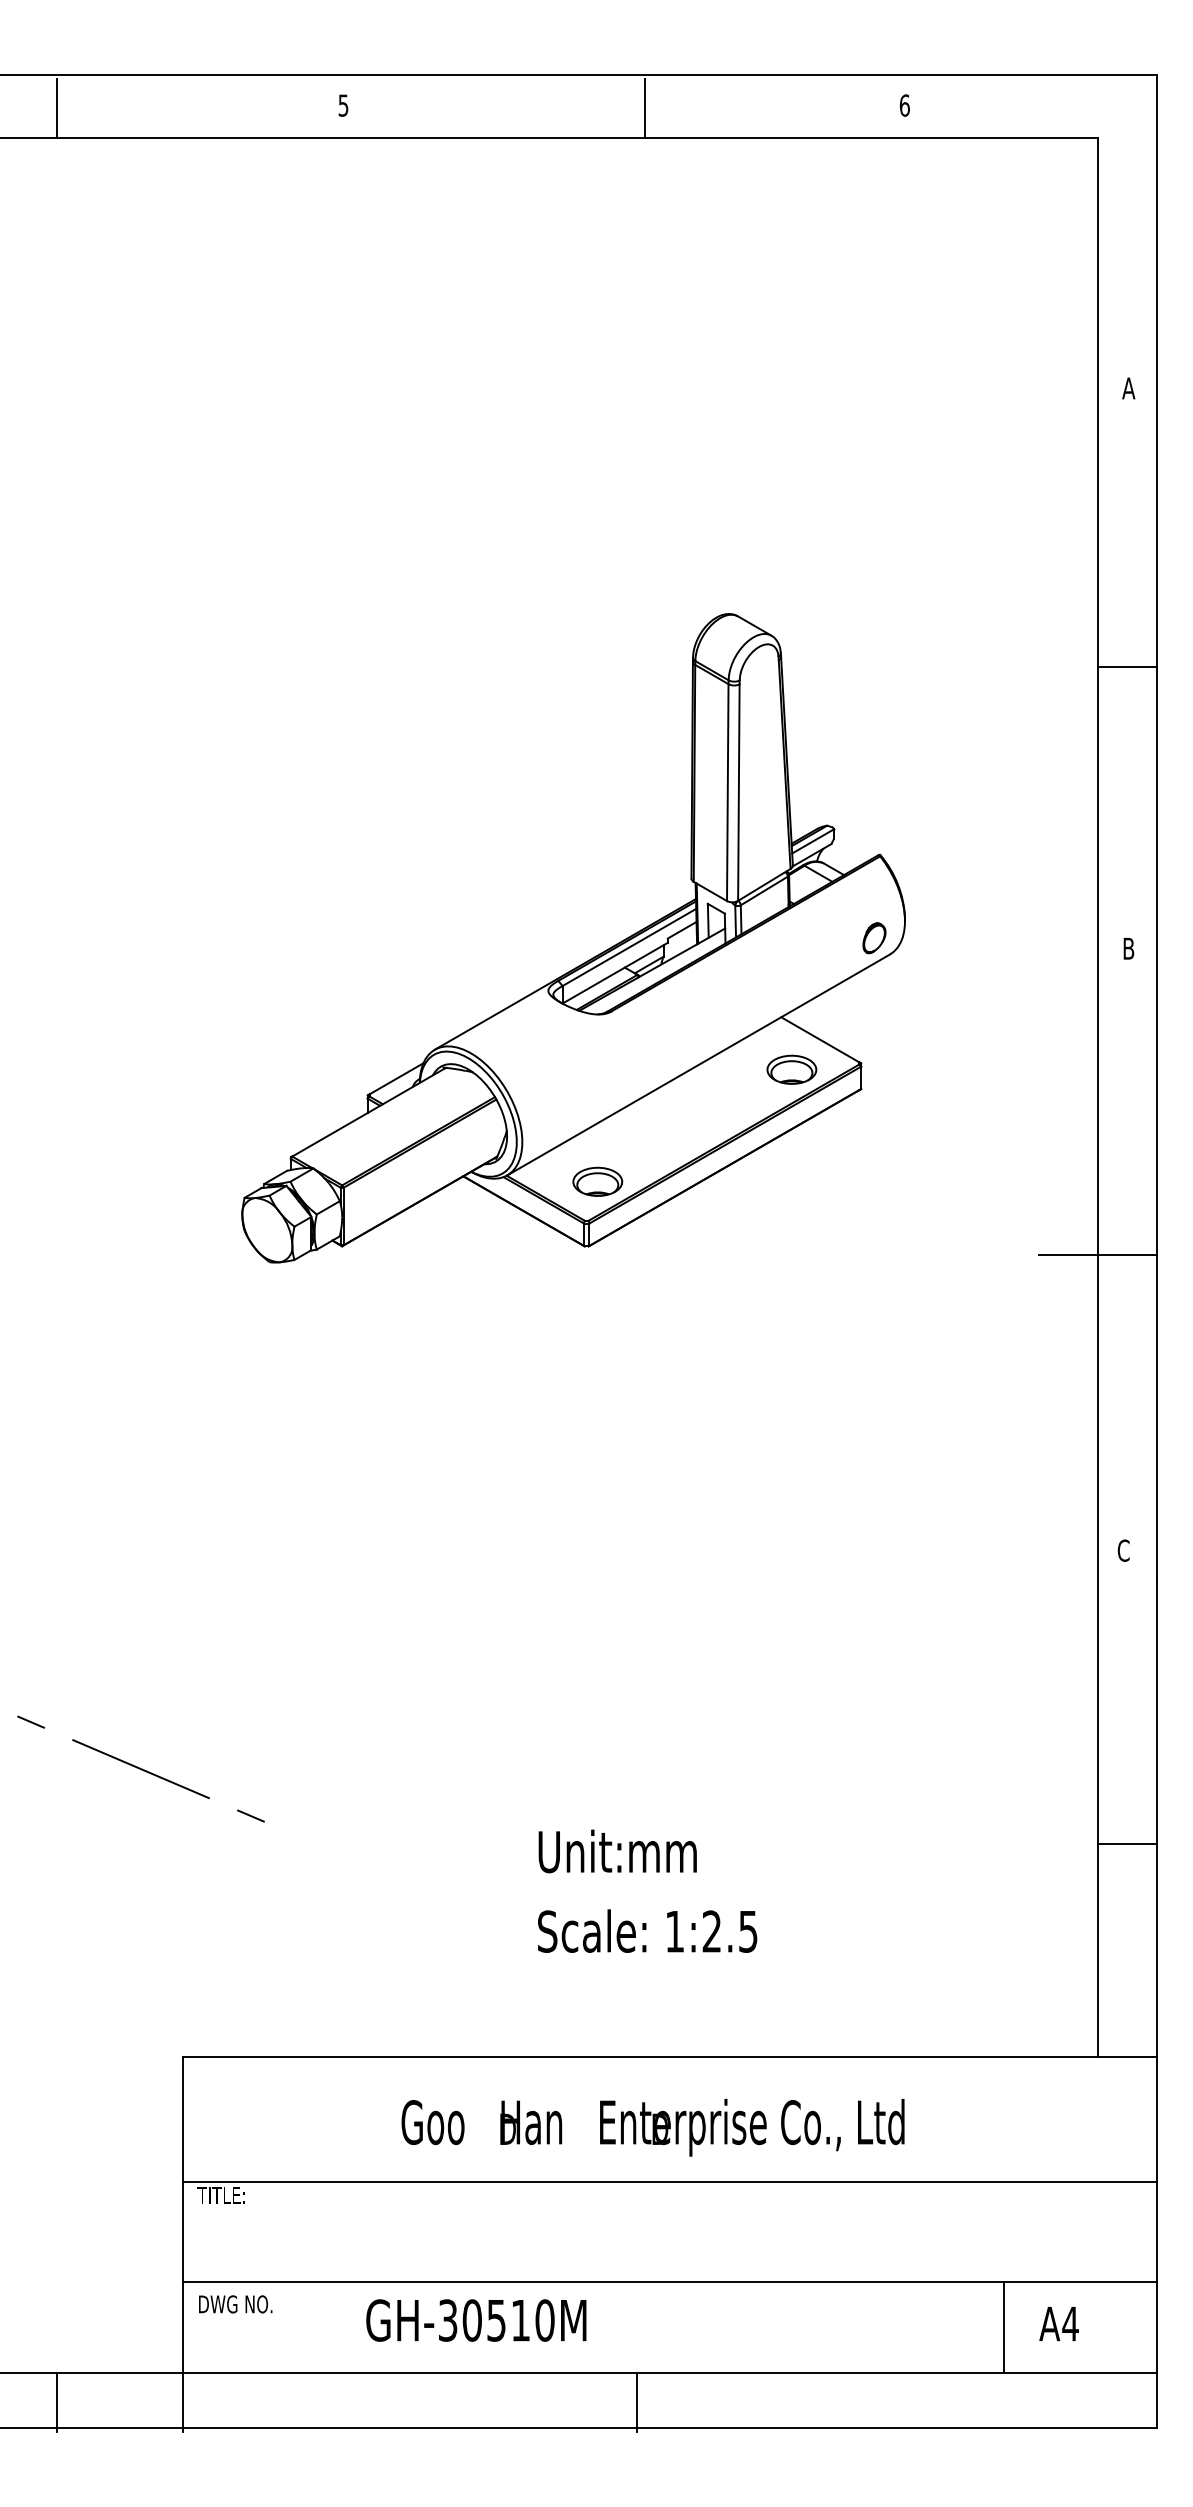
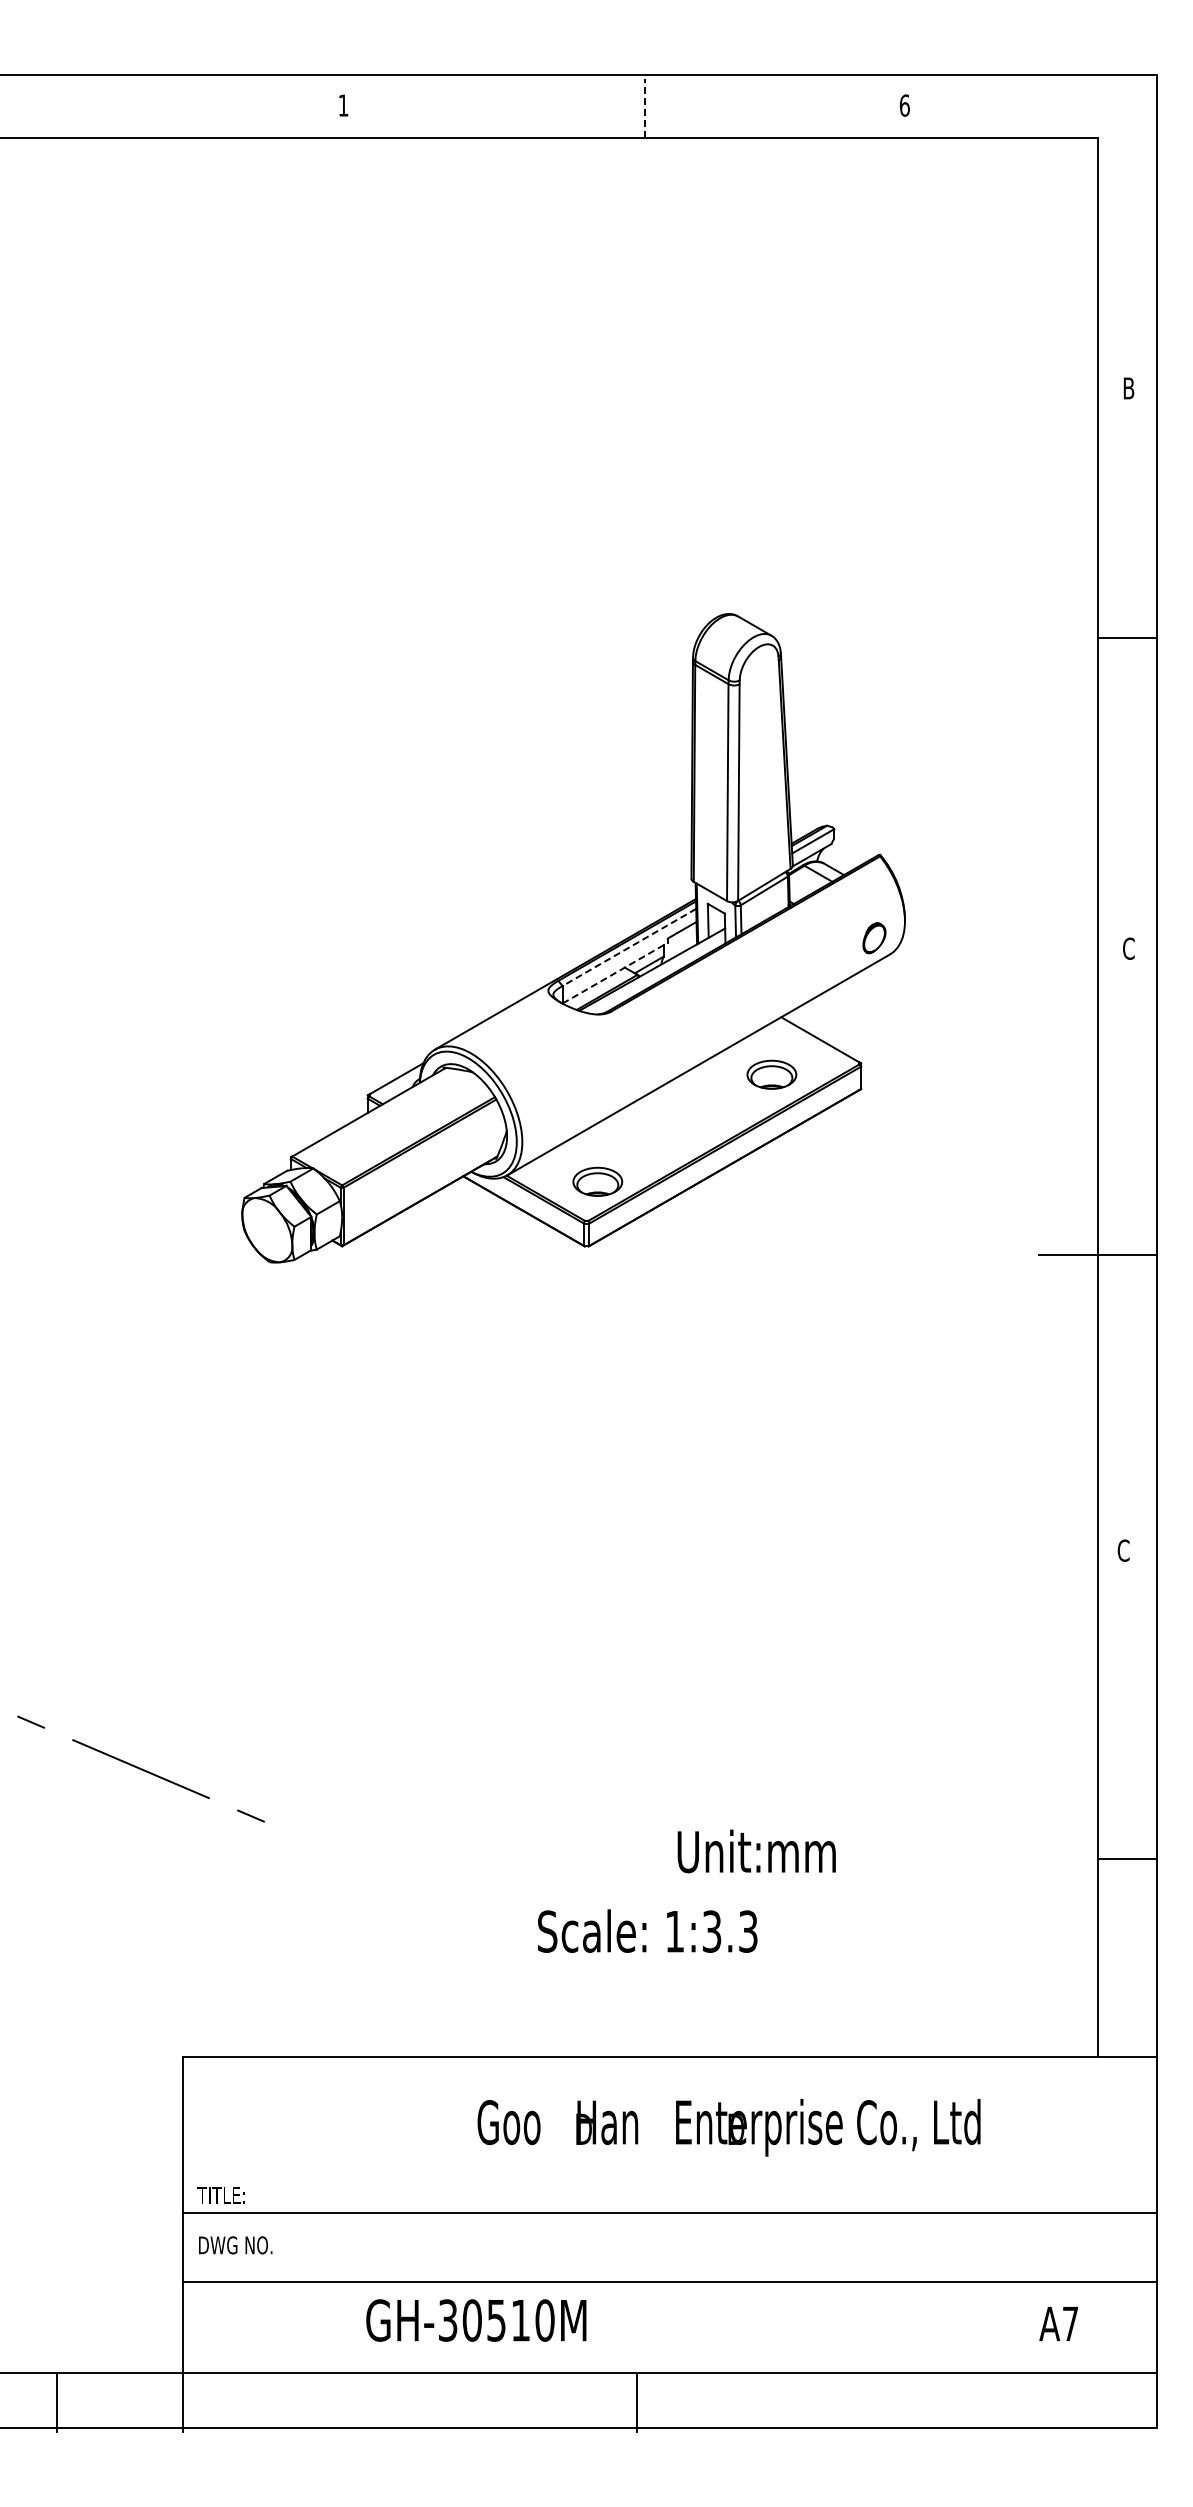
text at (343, 105): 5 -> 1
line at (645, 107): solid -> dashed
line at (57, 108): present -> none
text at (1128, 388): A -> B
line at (1127, 667) position: (1127, 667) -> (1127, 638)
line at (628, 947): solid -> dashed
text at (1128, 948): B -> C
line at (615, 973): solid -> dashed
part at (791, 1069) position: (791, 1069) -> (771, 1074)
line at (1127, 1843) position: (1127, 1843) -> (1127, 1858)
text at (617, 1851) position: (617, 1851) -> (756, 1851)
text at (729, 1931): 1:2.5 -> 1:3.3
text at (652, 2127) position: (652, 2127) -> (728, 2127)
line at (670, 2181) position: (670, 2181) -> (670, 2212)
text at (235, 2304) position: (235, 2304) -> (235, 2245)
text at (1070, 2323): A4 -> A7
line at (1004, 2326): present -> none
